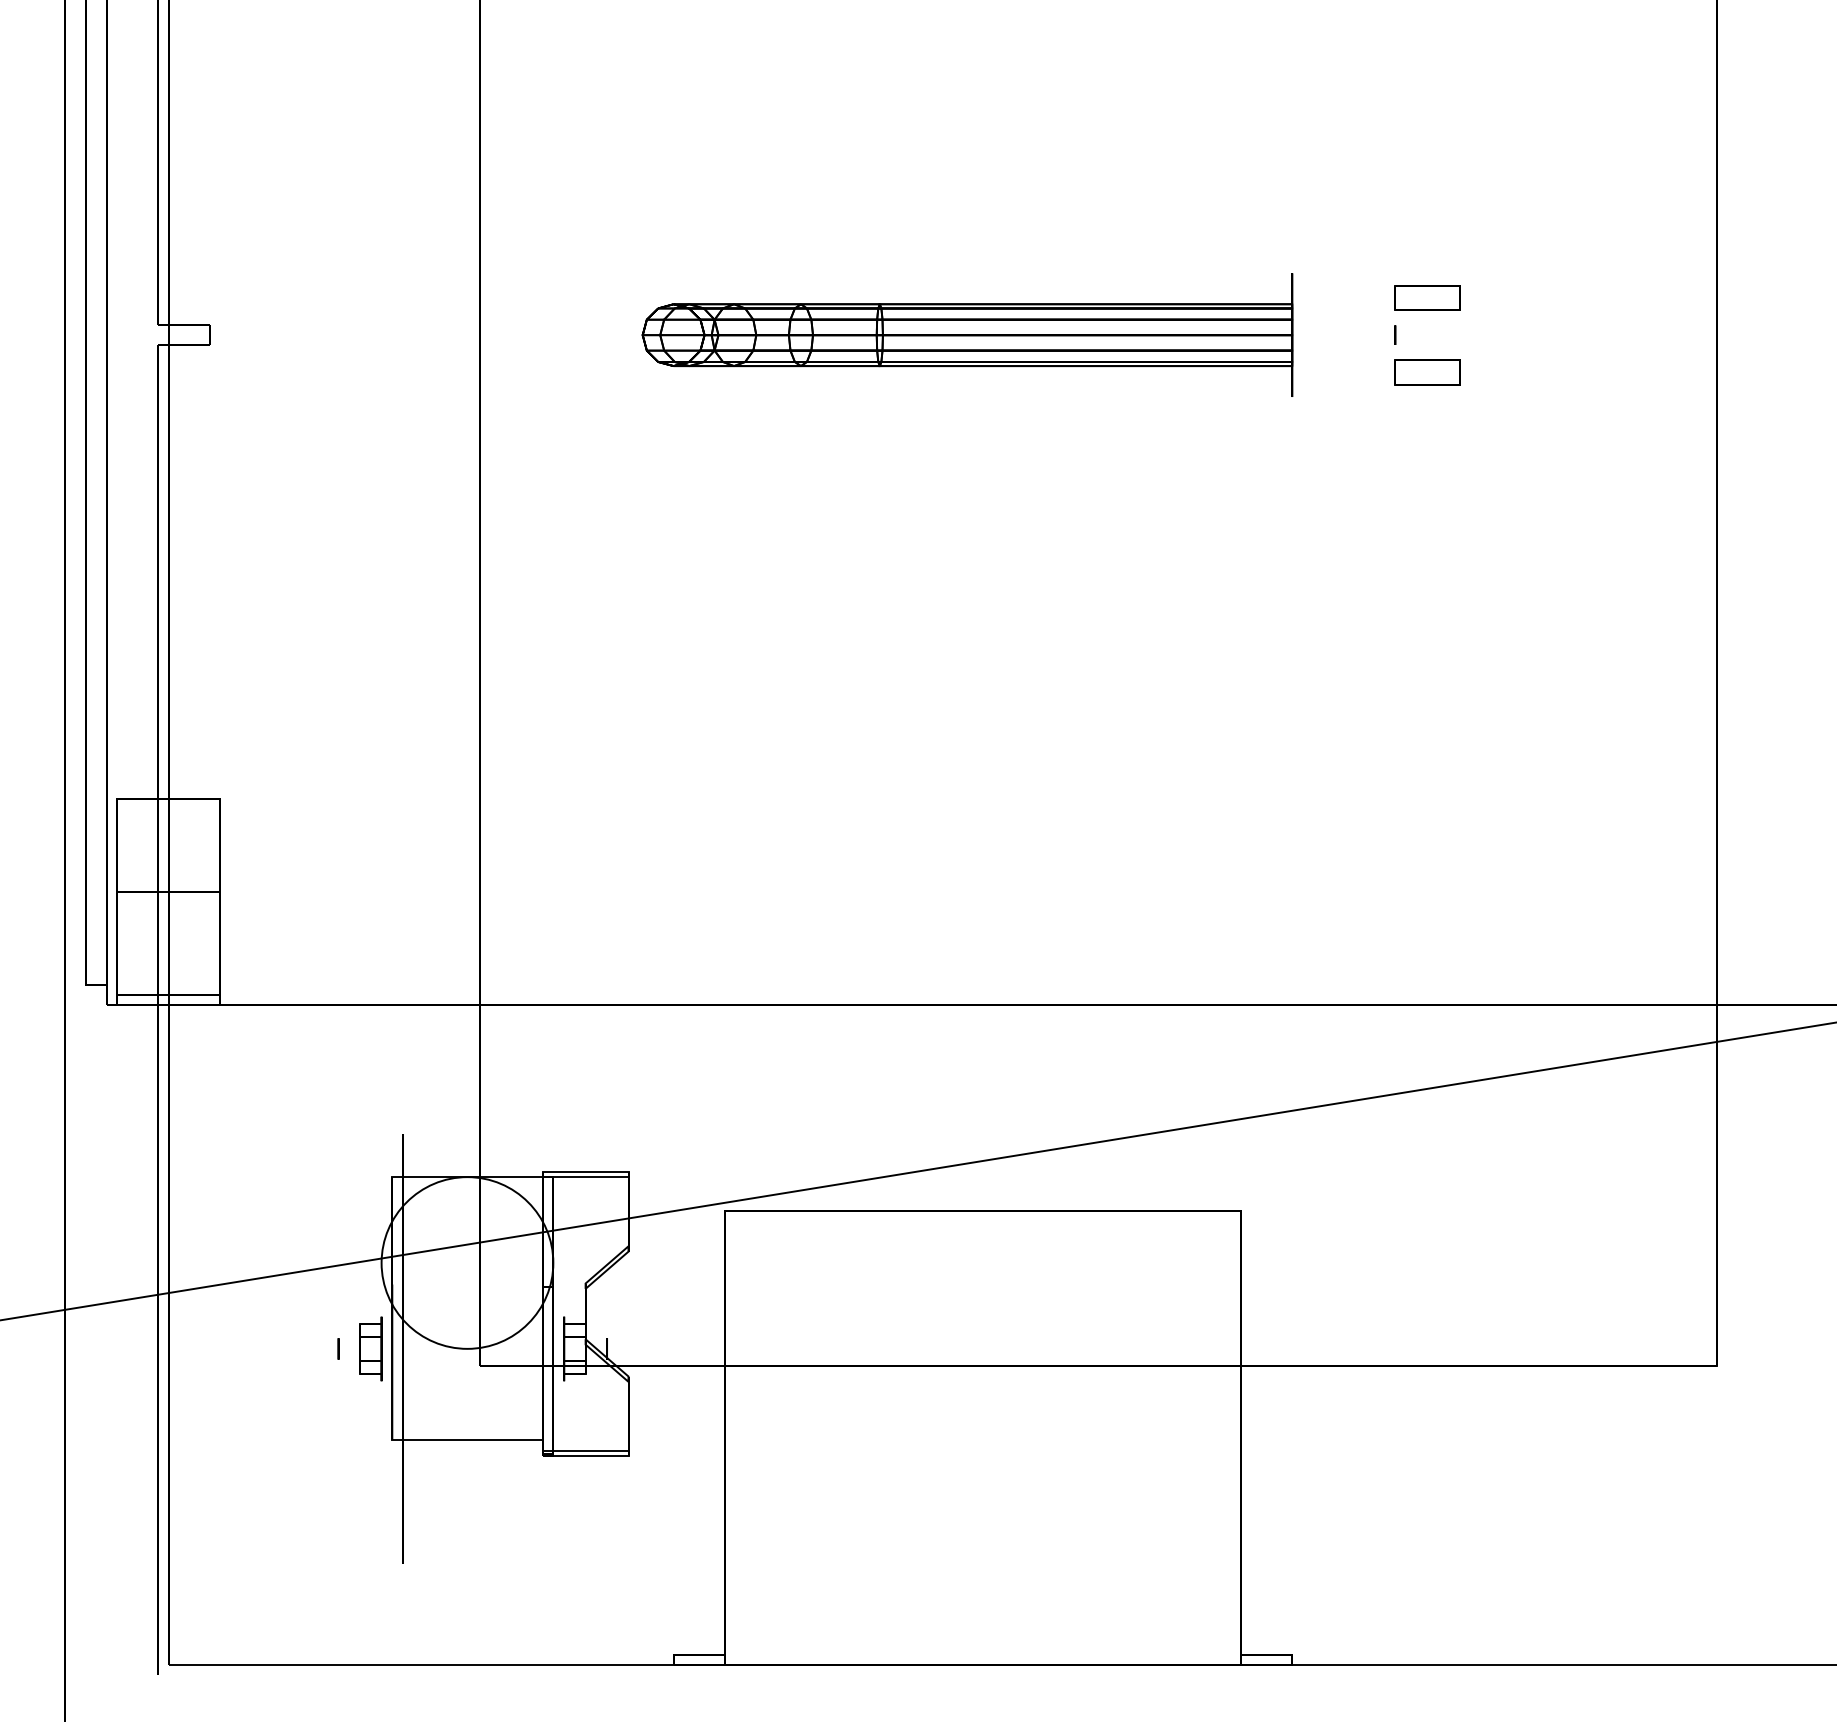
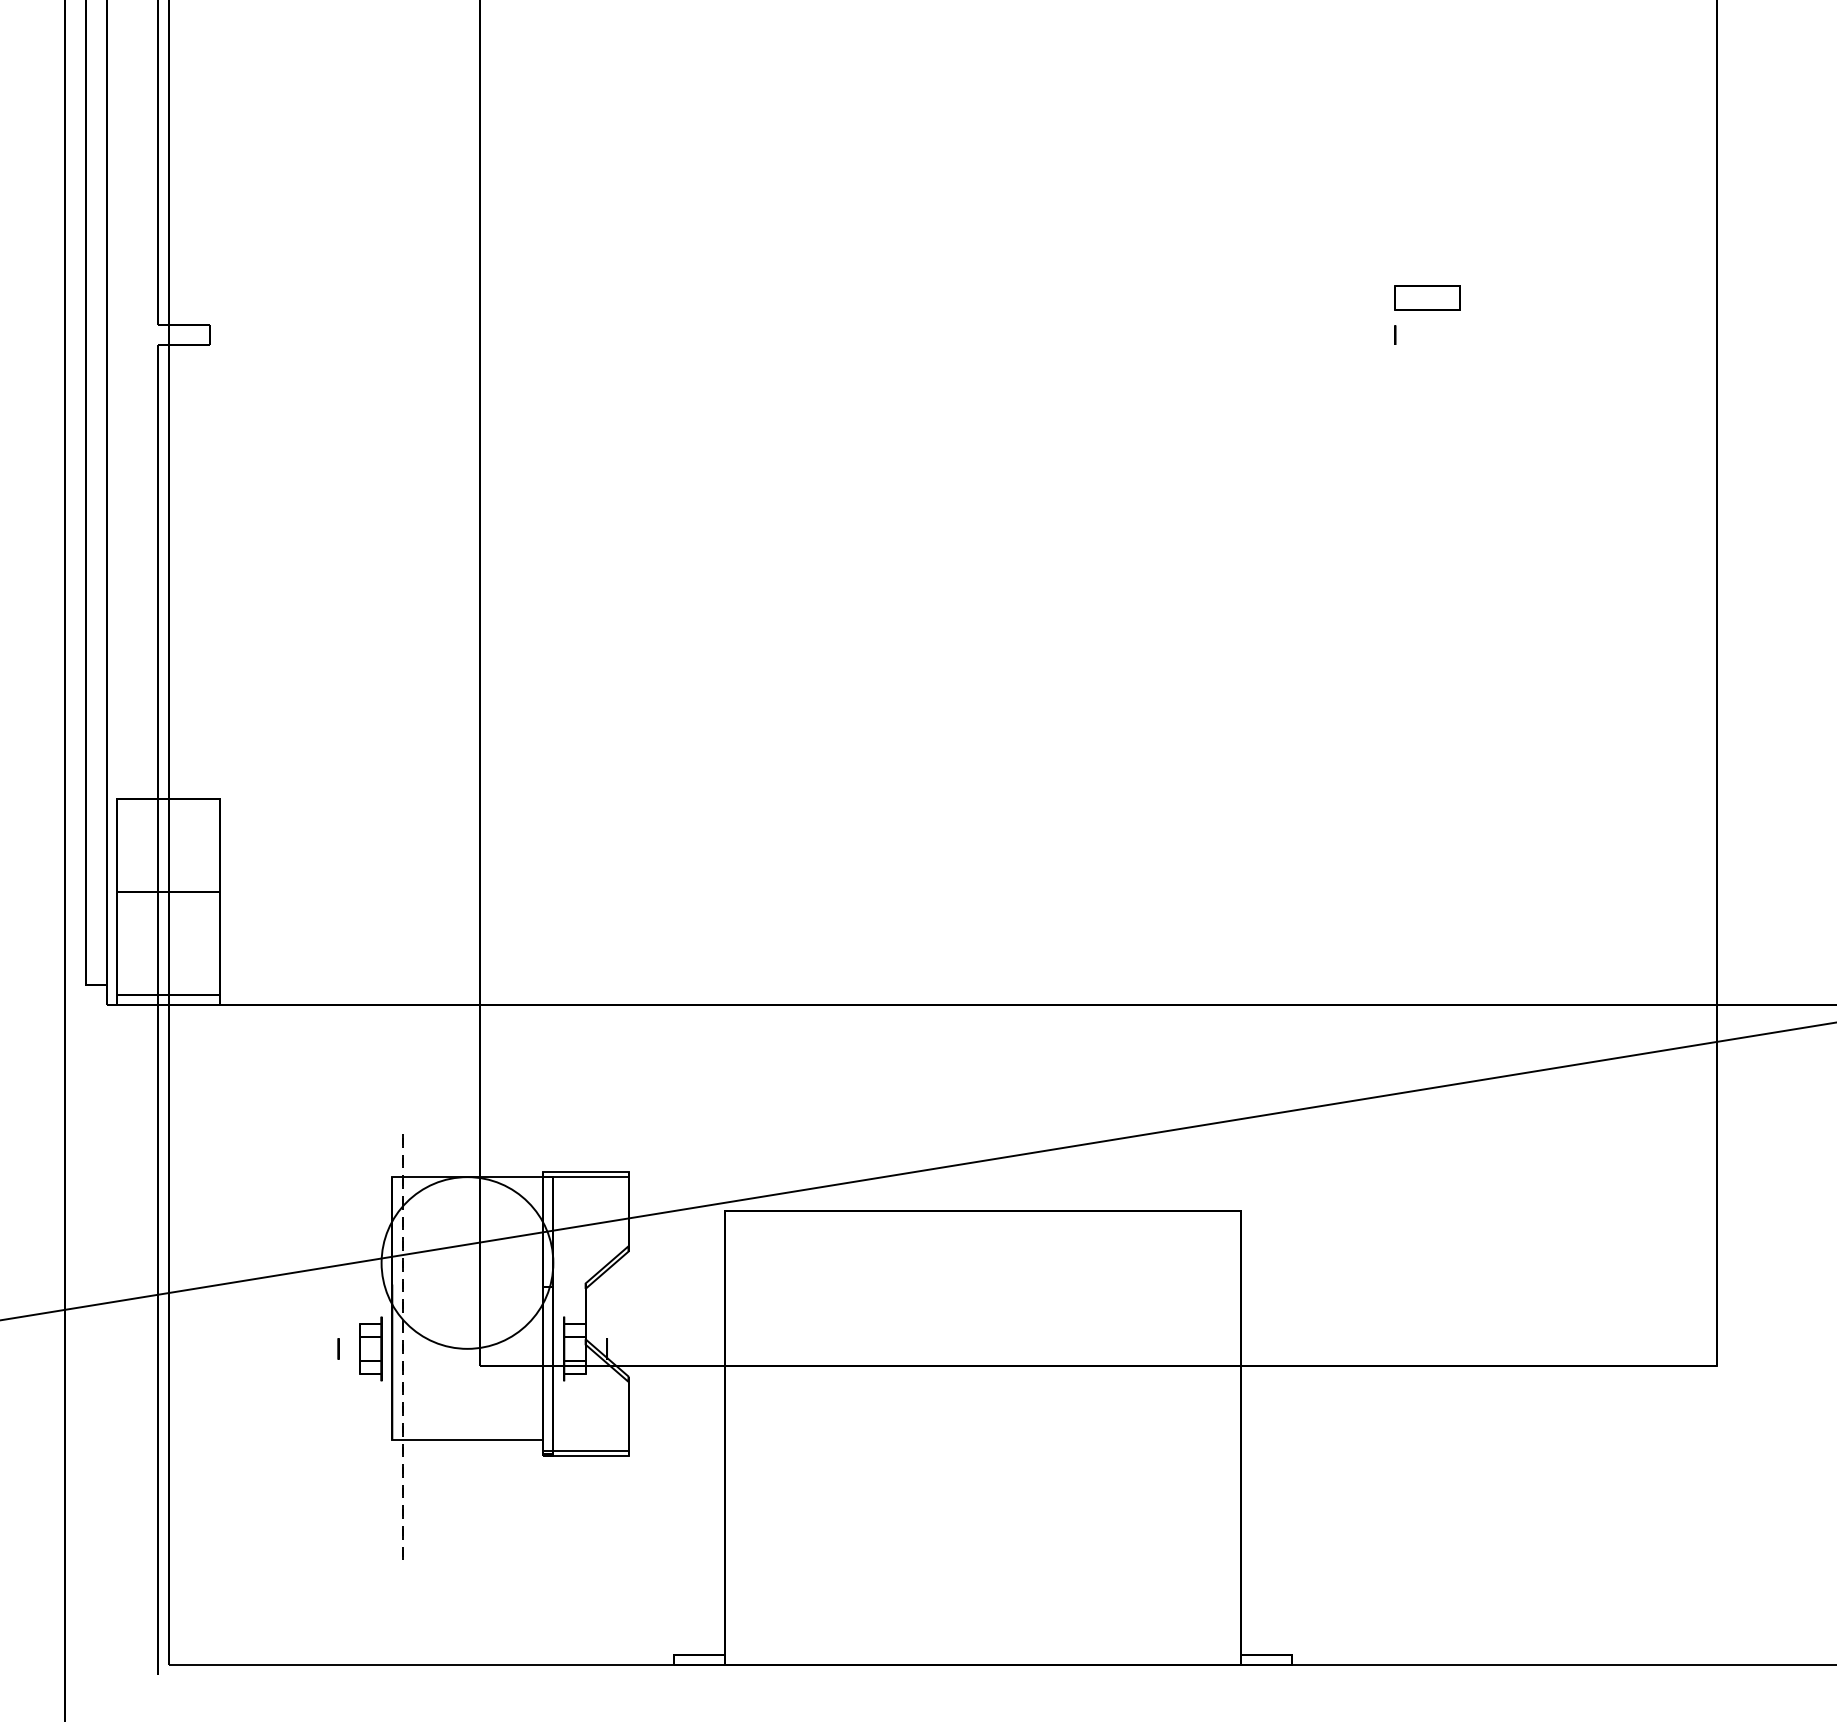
part at (967, 334): present -> none
part at (1427, 372): present -> none
circle at (403, 1348): solid -> dashed
